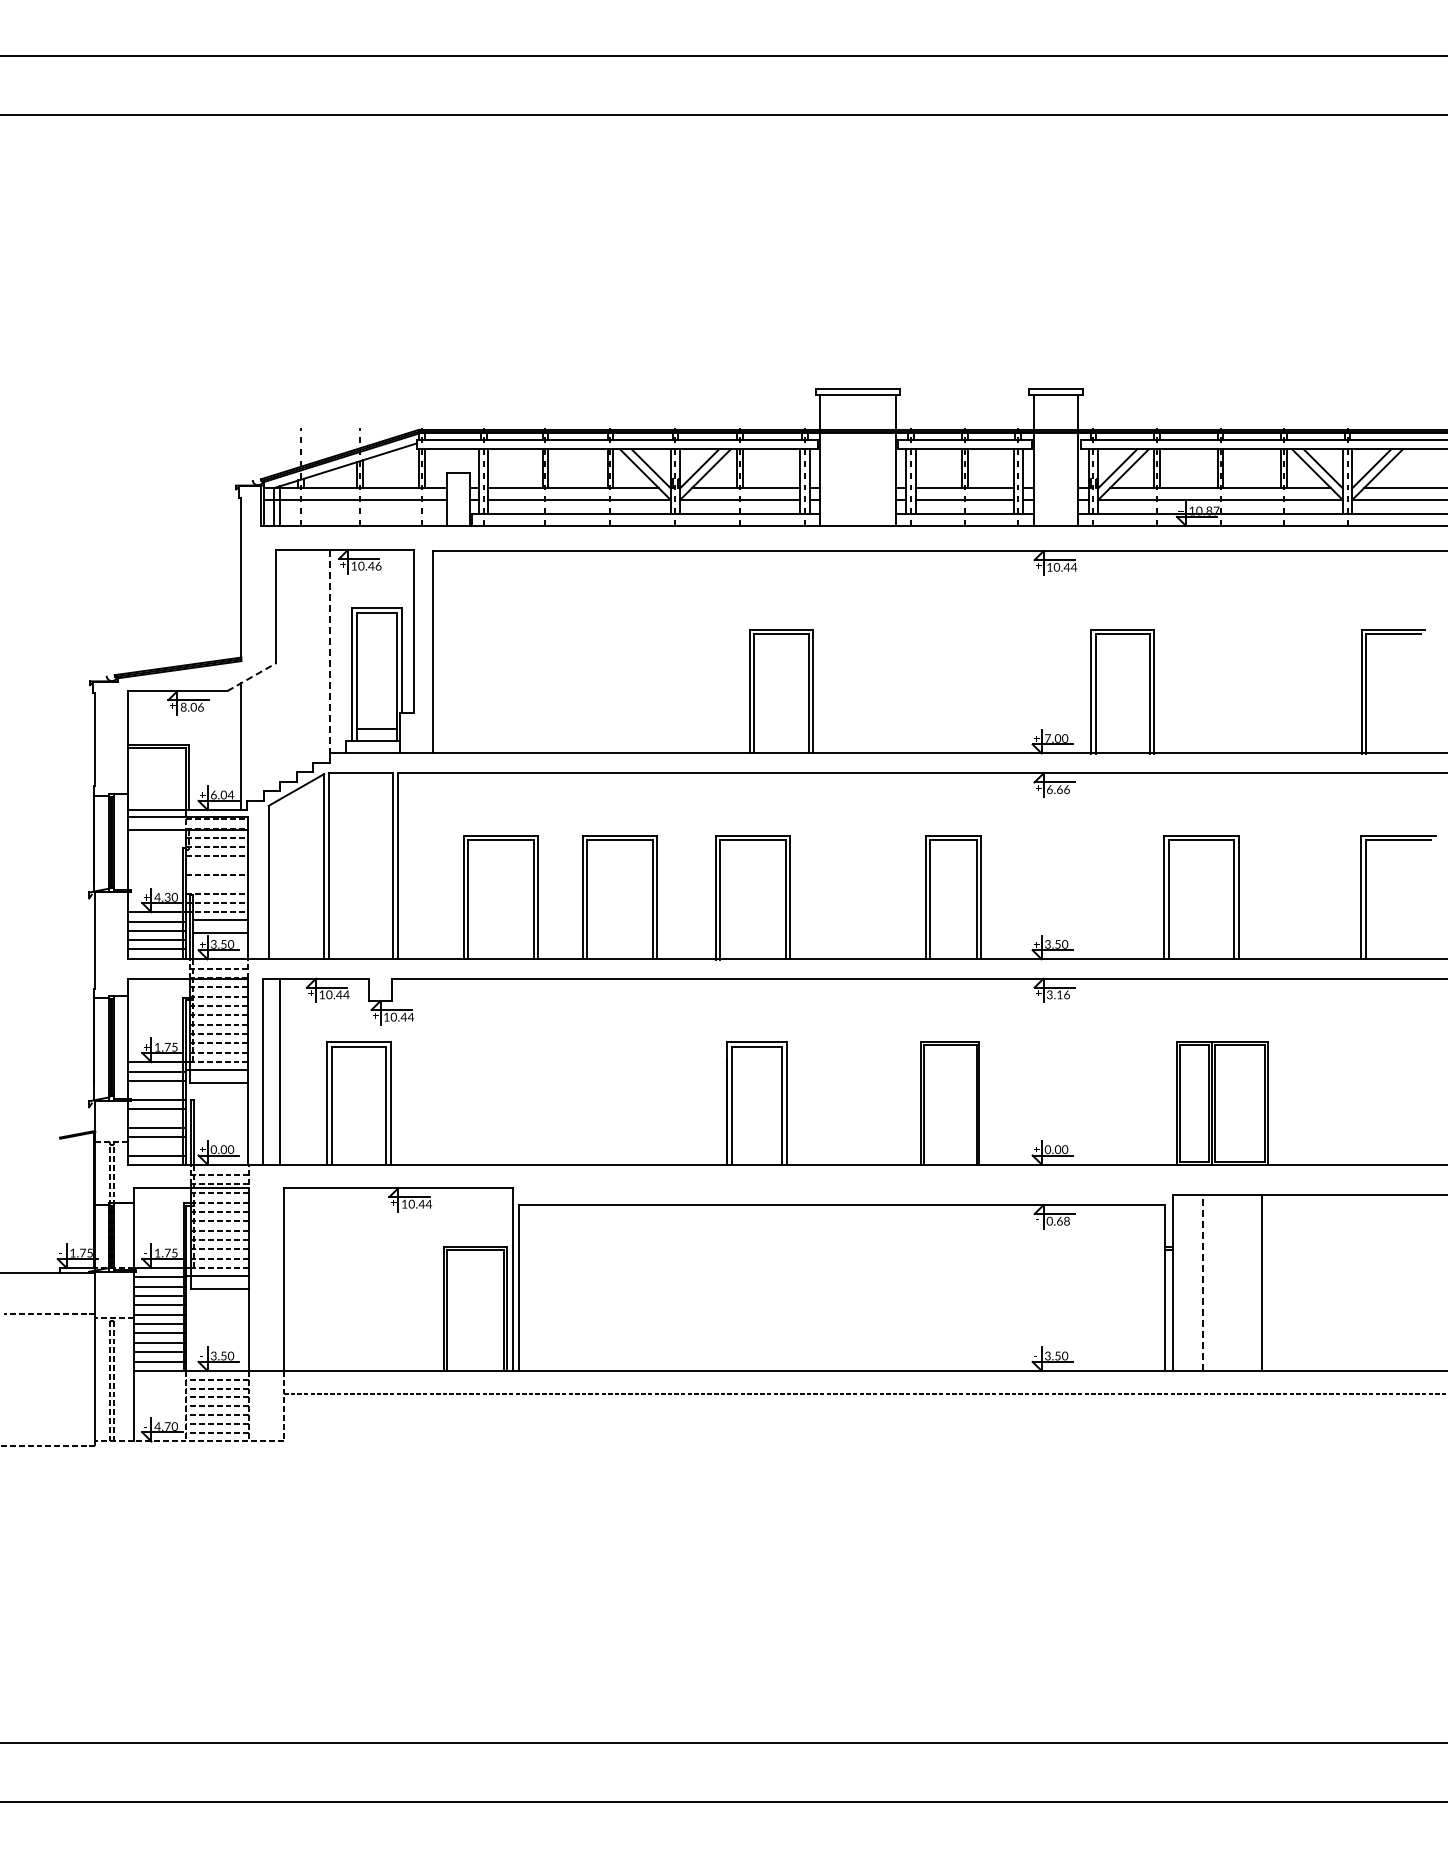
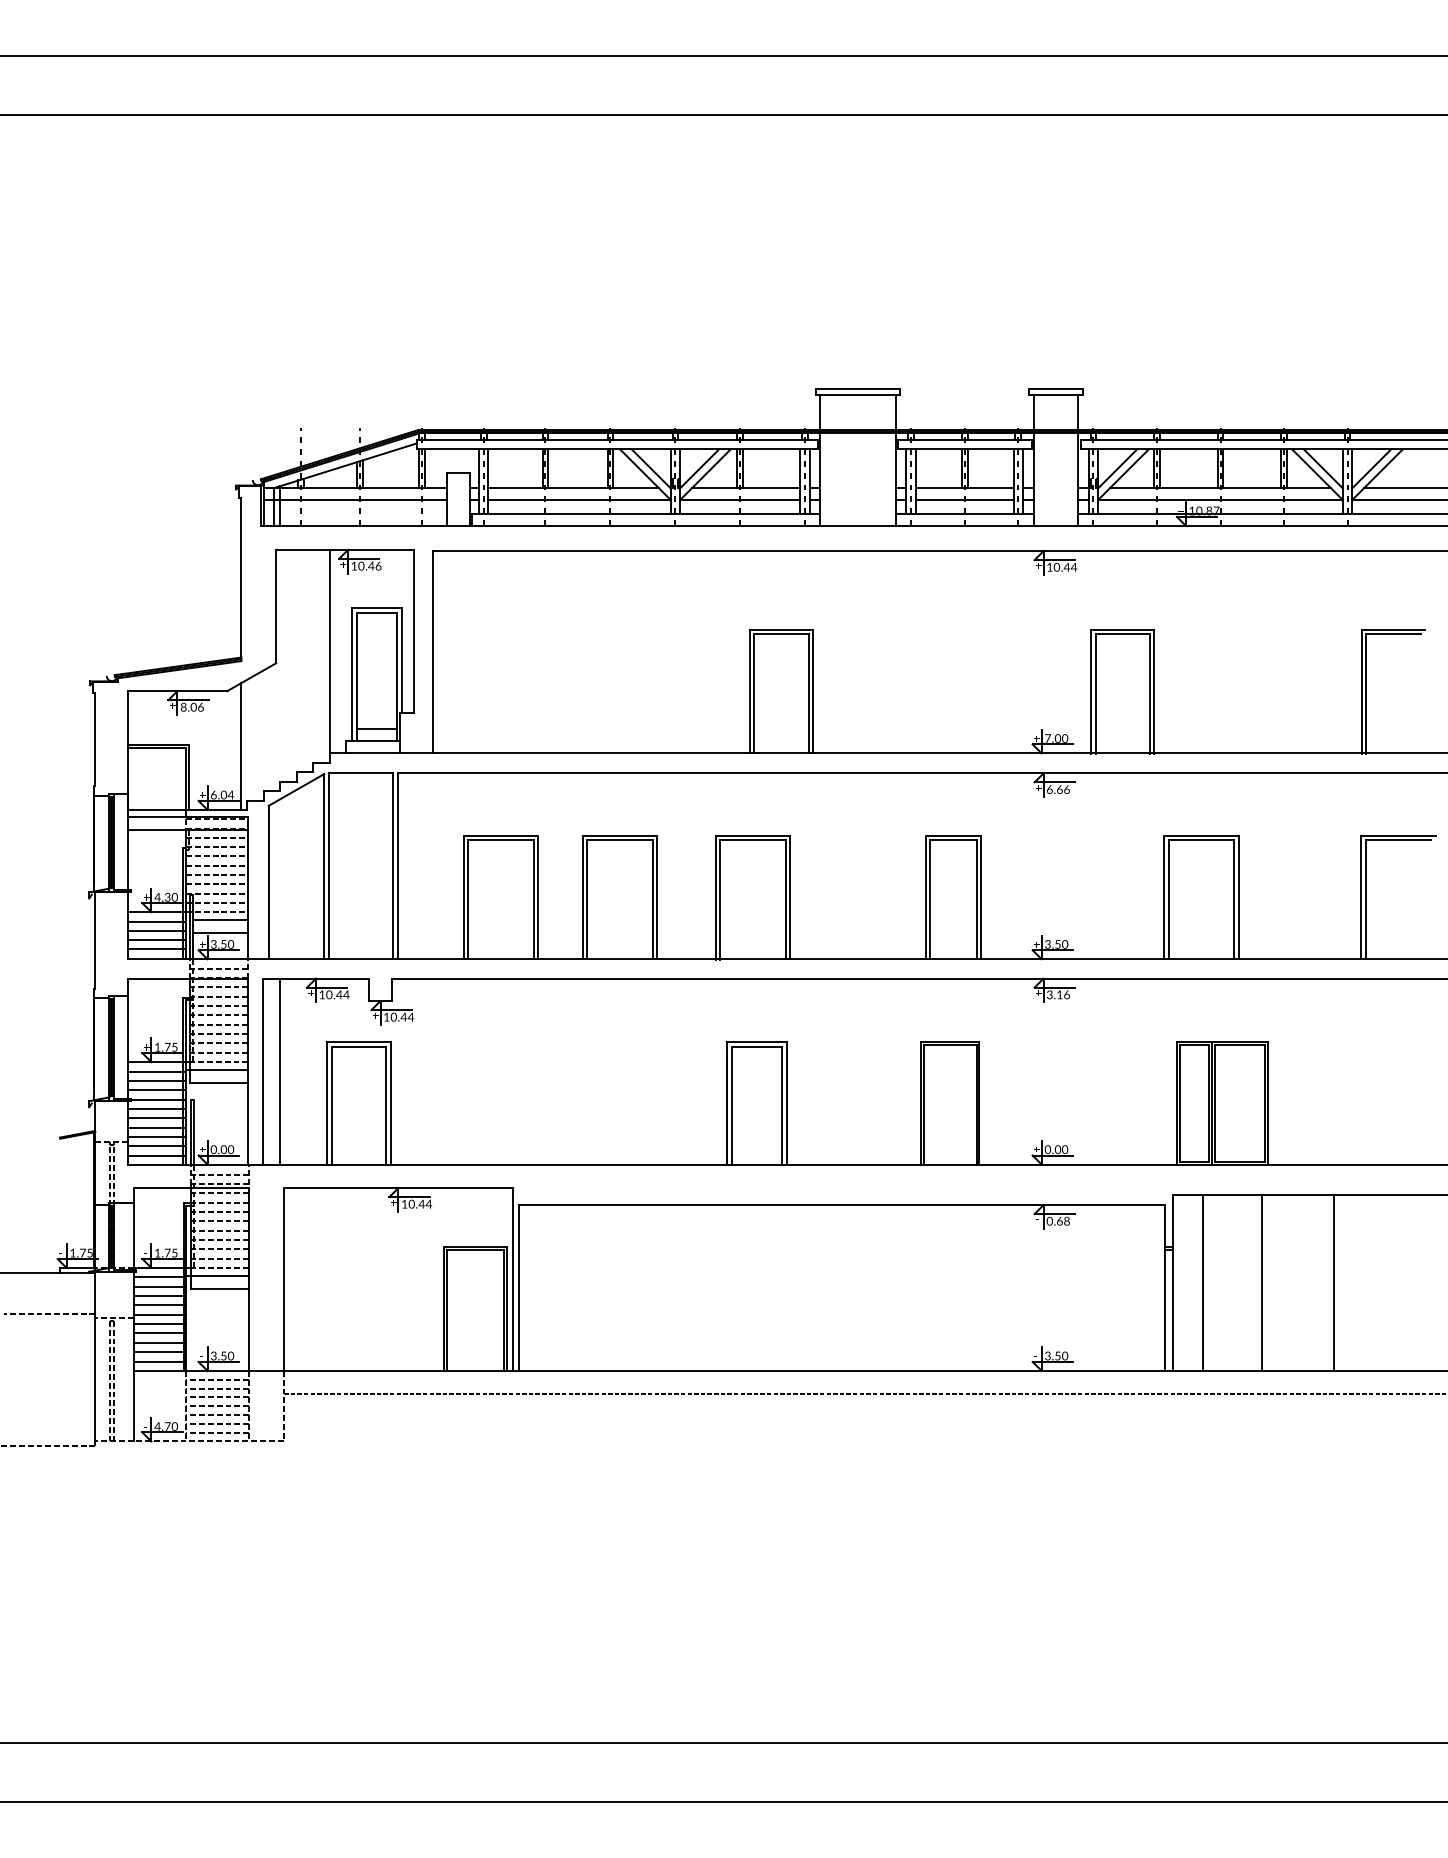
line at (329, 651): dashed -> solid
line at (252, 676): dashed -> solid
line at (217, 865): none -> present
line at (217, 884): none -> present
line at (156, 1090): none -> present
line at (156, 1118): none -> present
line at (156, 1146): none -> present
line at (1203, 1282): dashed -> solid
line at (1334, 1282): none -> present
